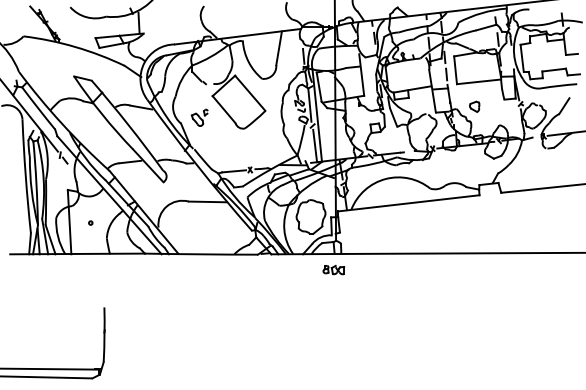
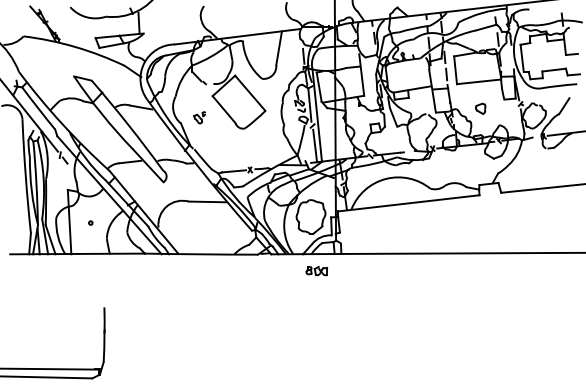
part at (474, 106) position: (474, 106) -> (480, 108)
part at (199, 117) size: 19x19 px -> 13x14 px
part at (333, 270) position: (333, 270) -> (316, 271)
